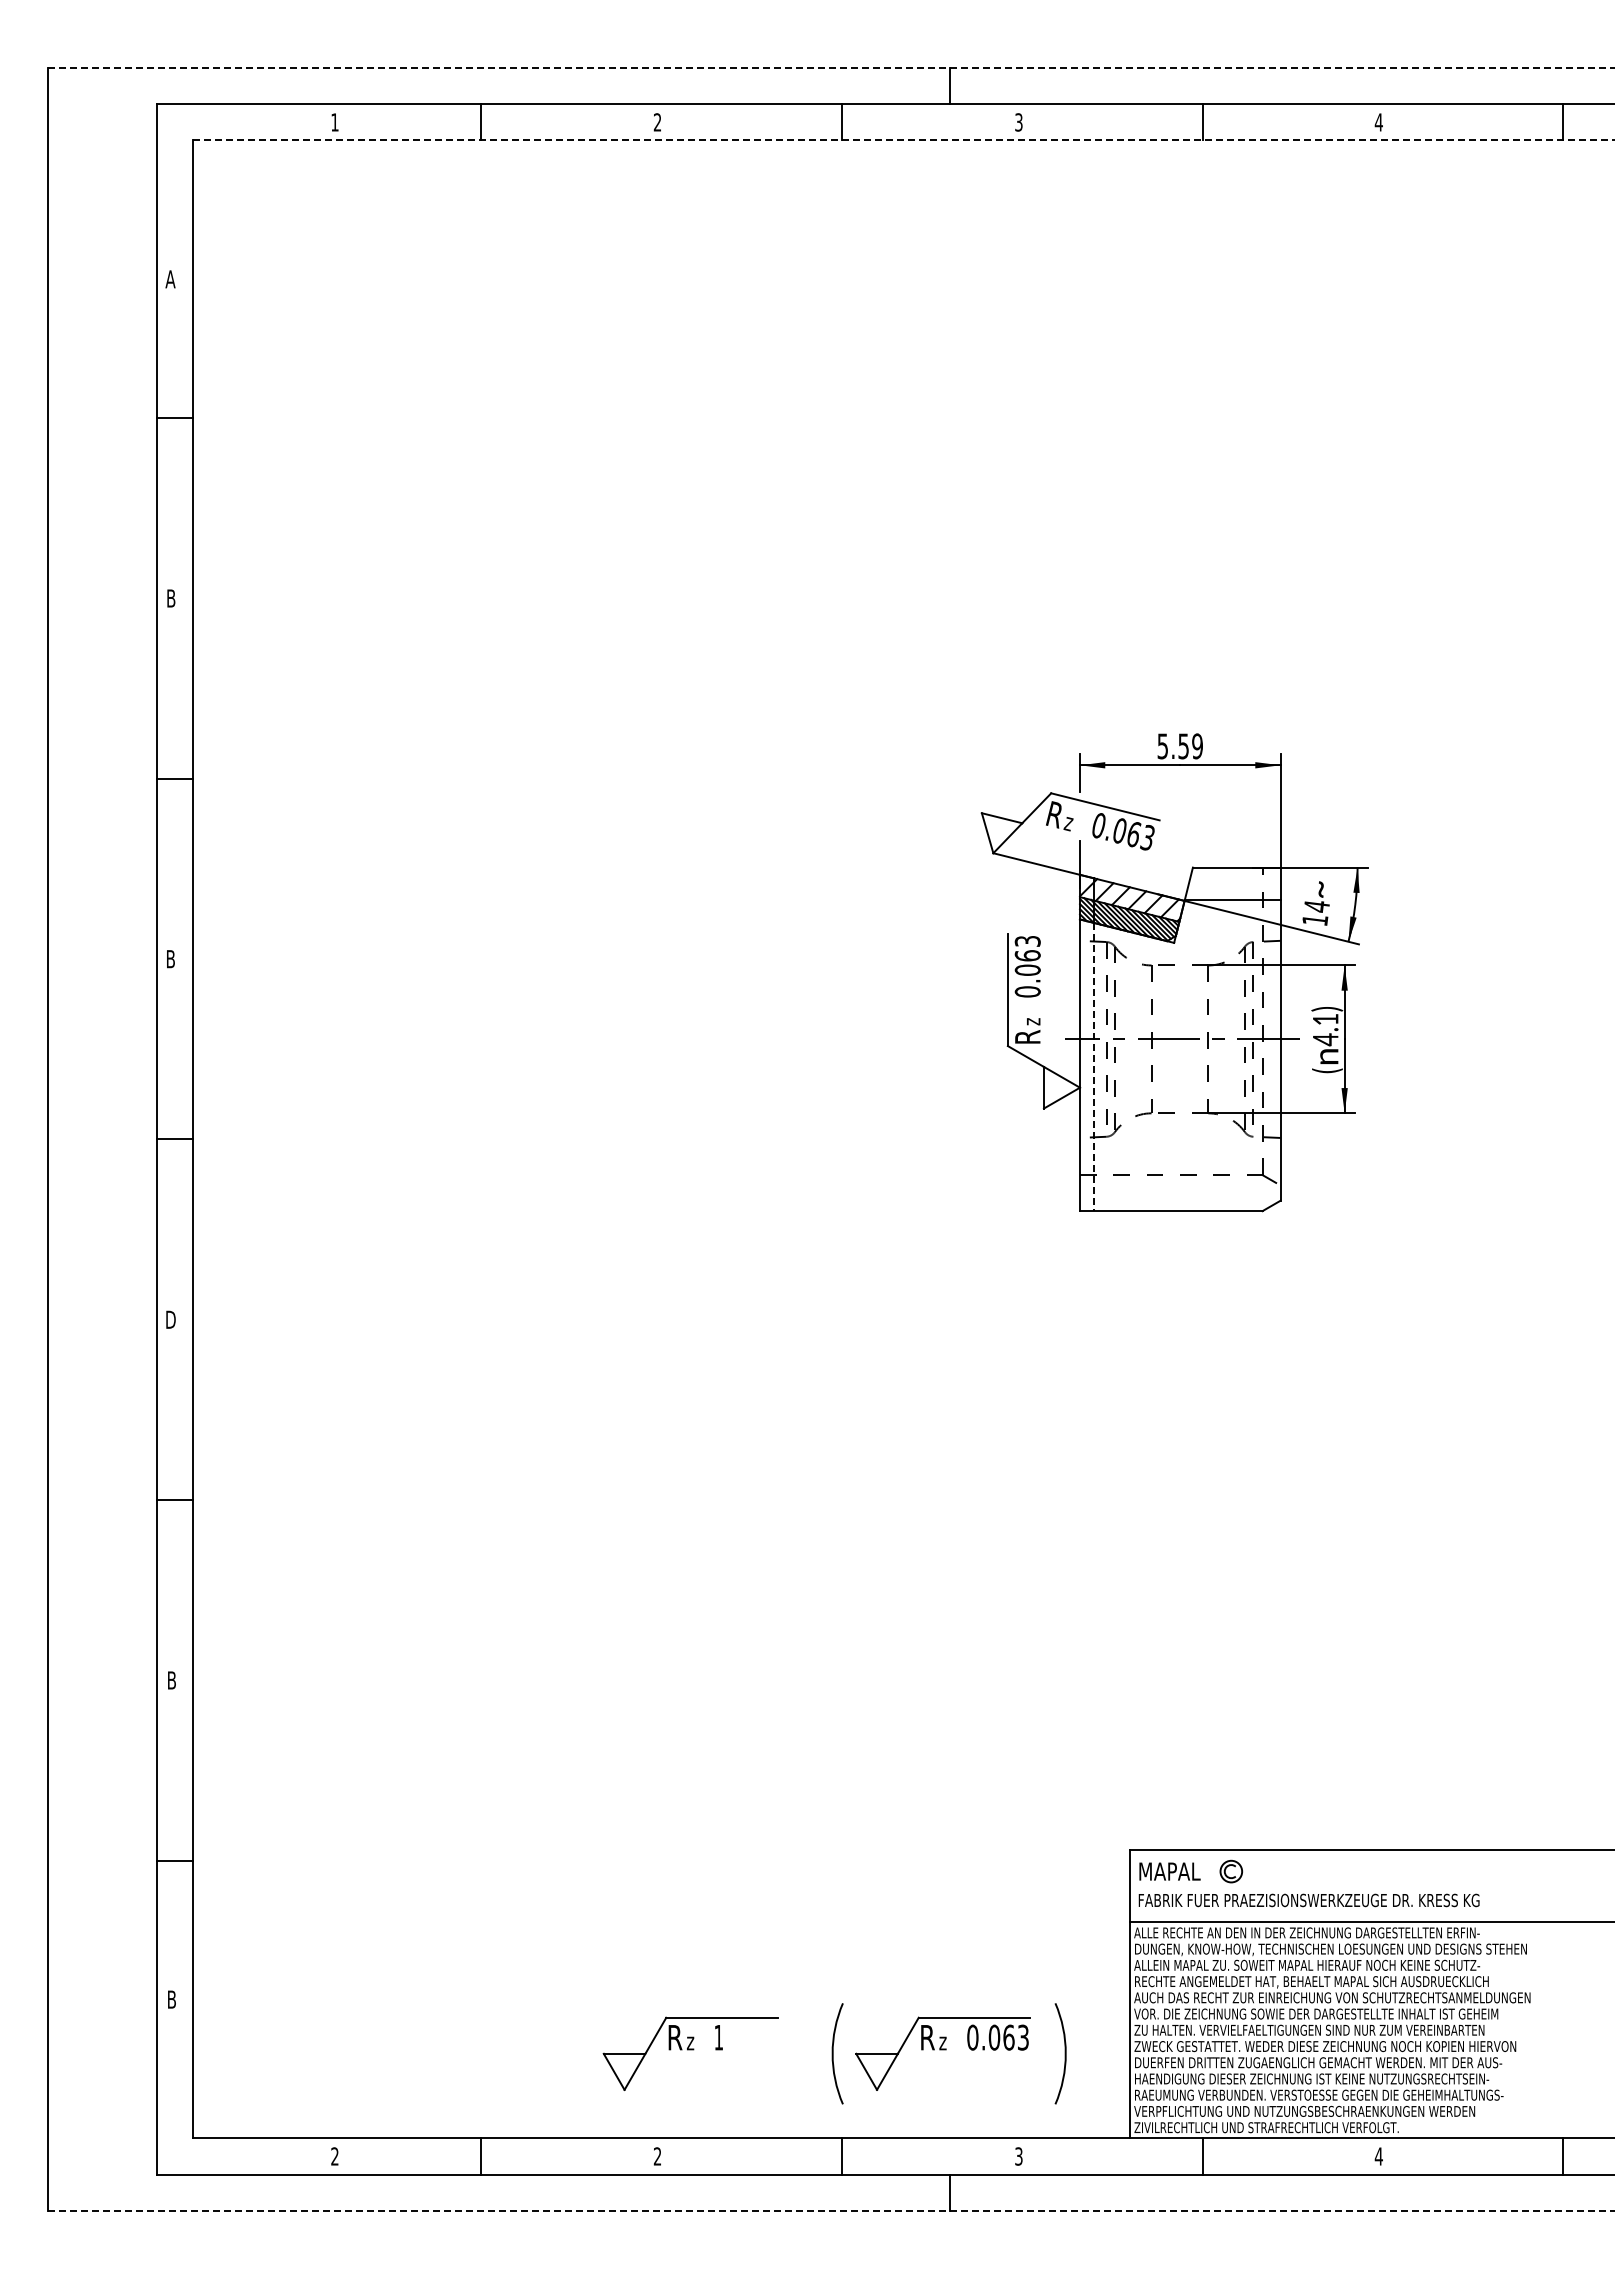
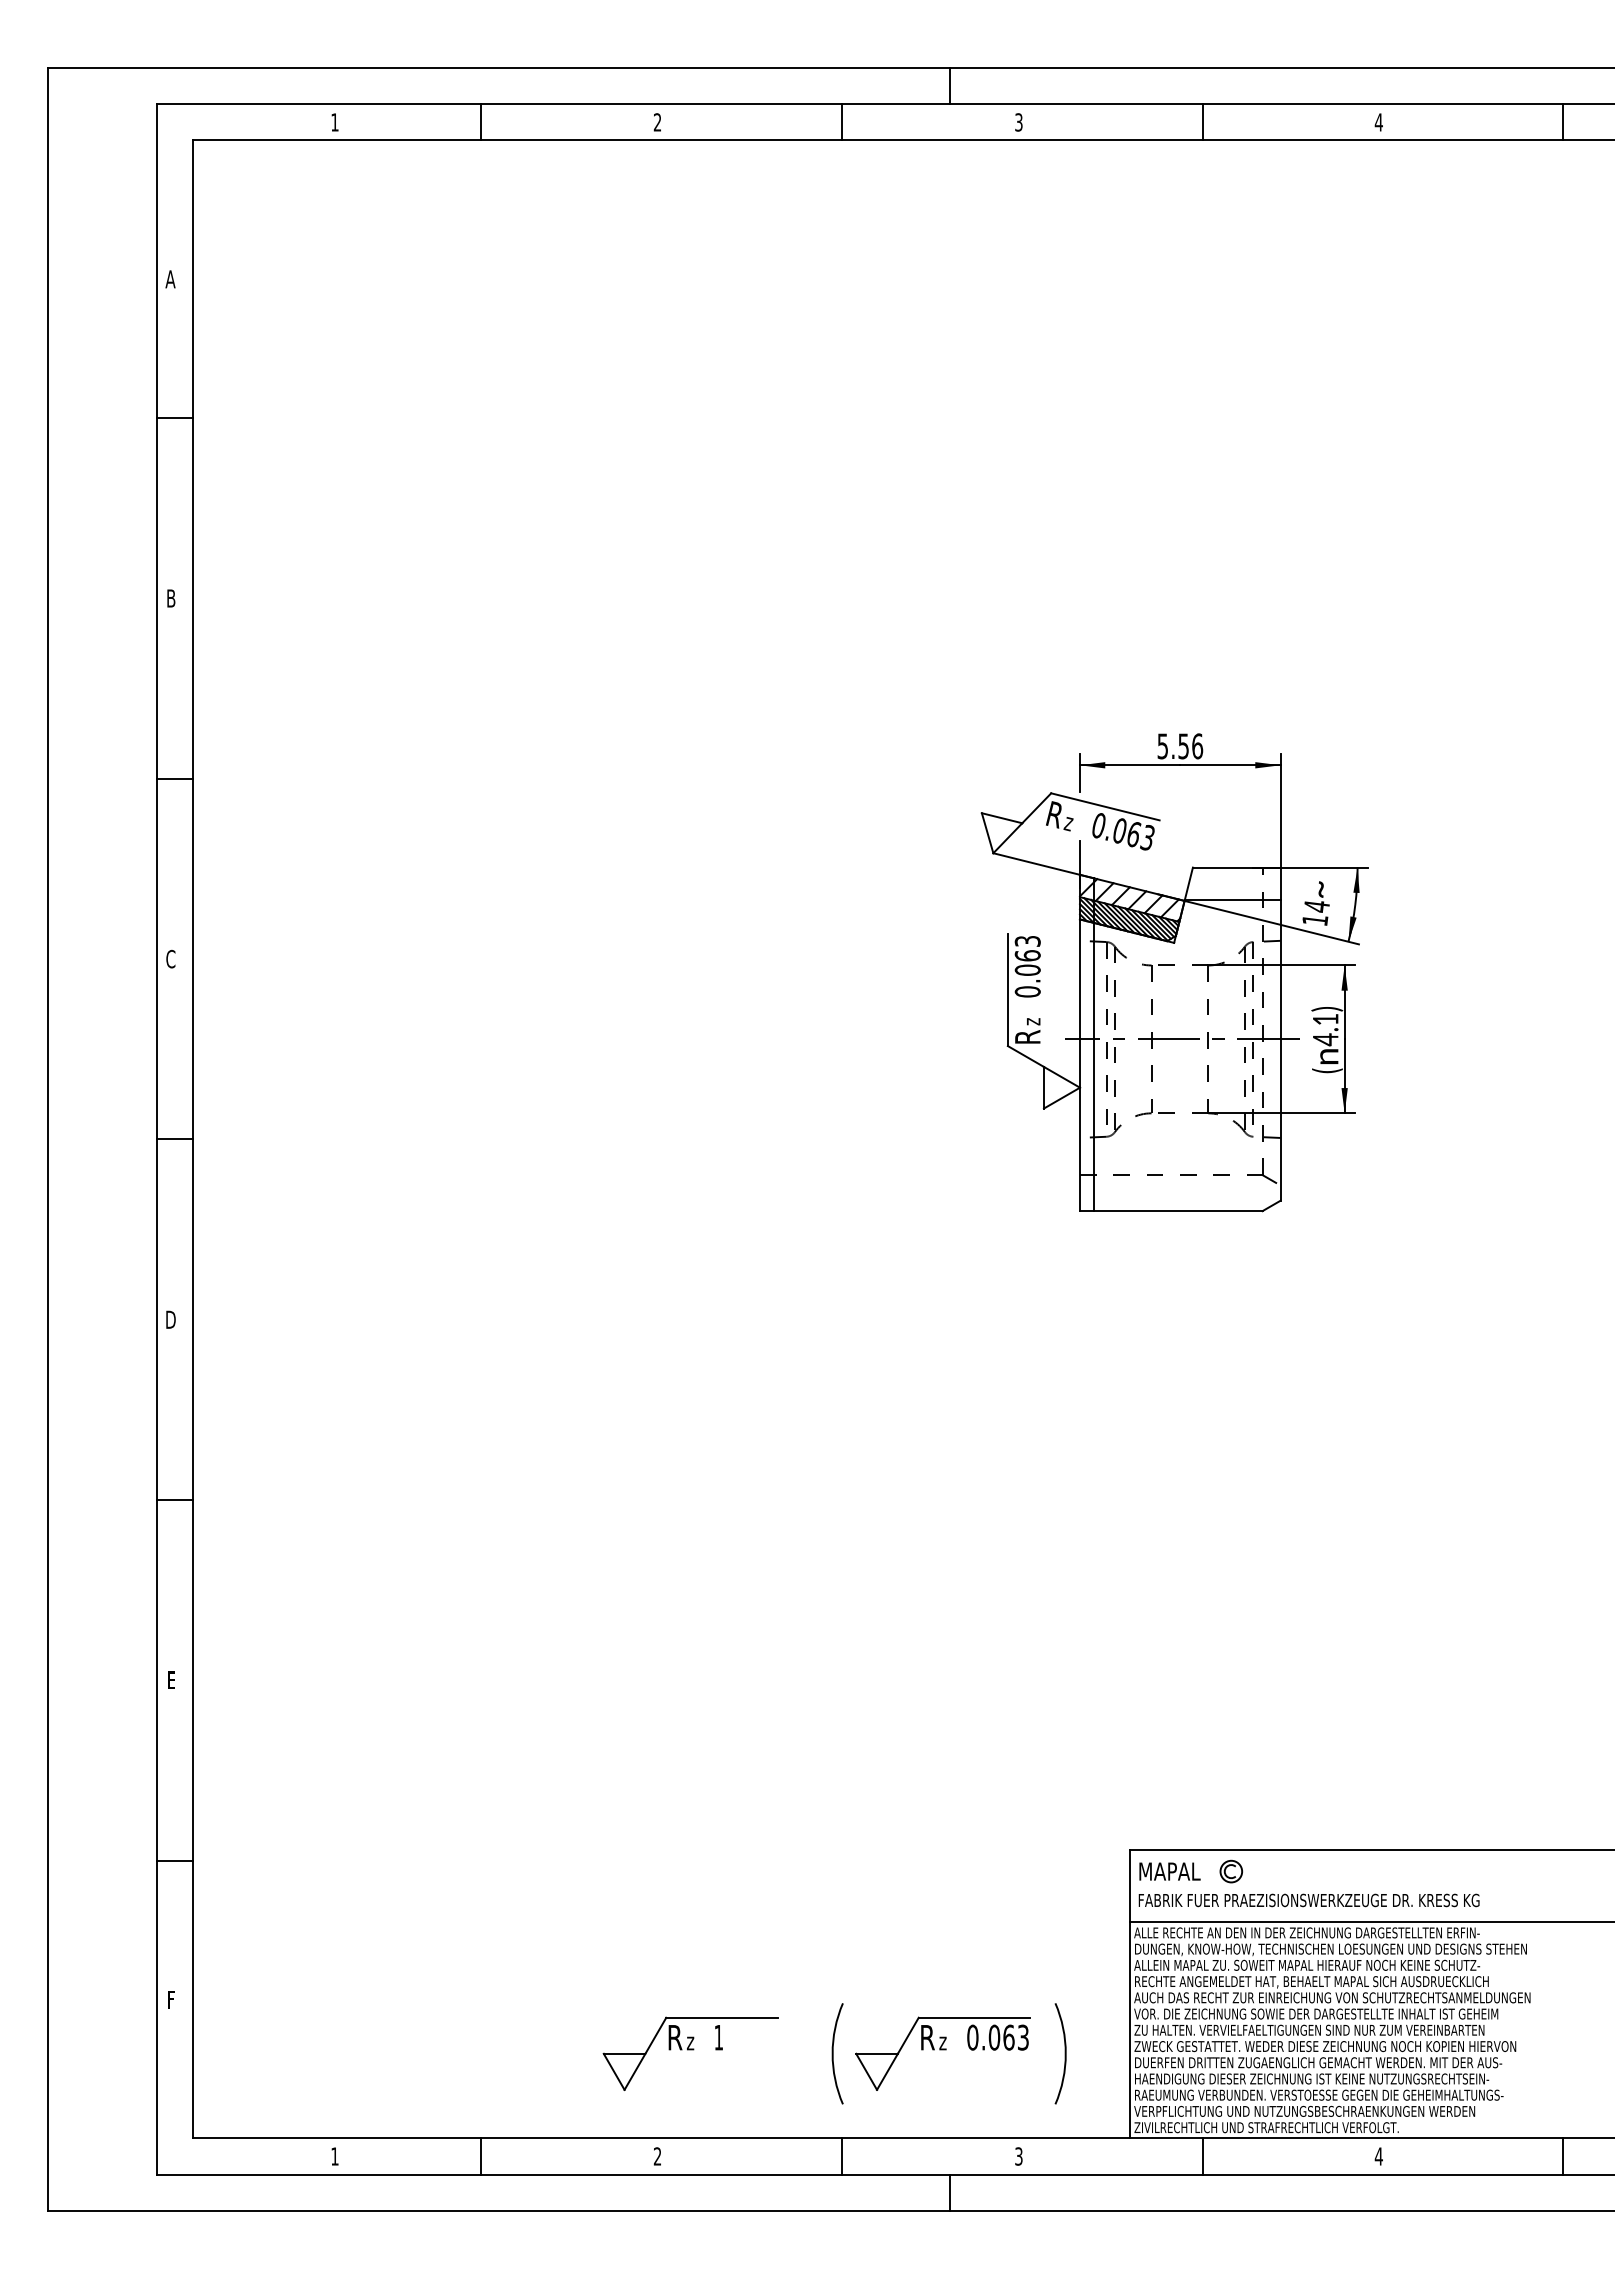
line at (831, 68): dashed -> solid
line at (903, 140): dashed -> solid
text at (1197, 746): 5.59 -> 5.56
text at (170, 958): B -> C
line at (1094, 1067): dashed -> solid
text at (171, 1680): B -> E
text at (171, 1999): B -> F
text at (334, 2156): 2 -> 1
line at (831, 2210): dashed -> solid
